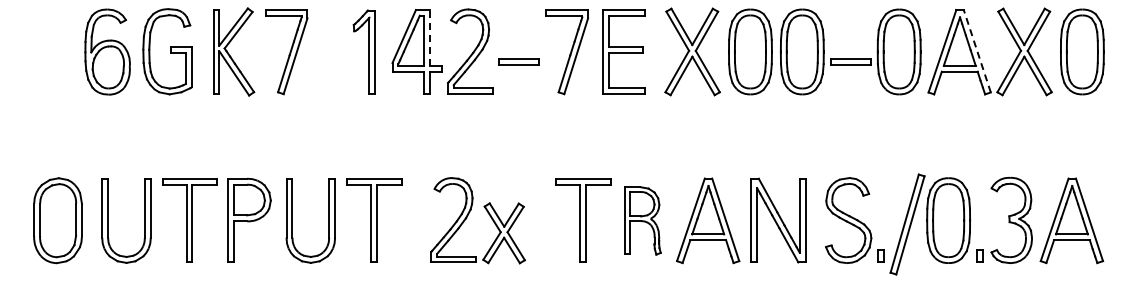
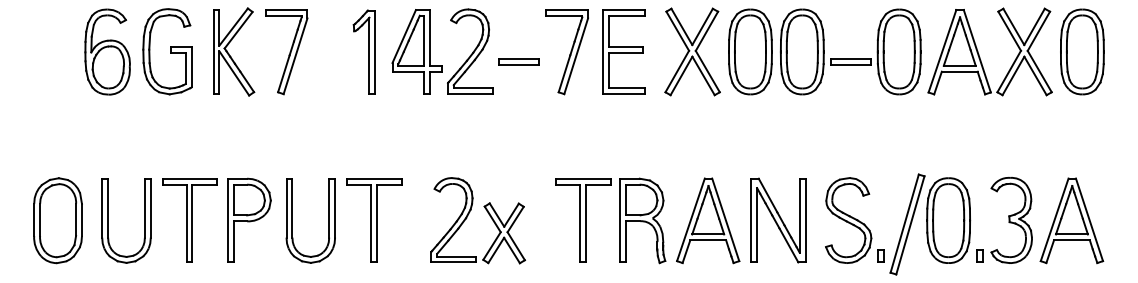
line at (429, 37): dashed -> solid
line at (977, 50): dashed -> solid
part at (642, 220) size: 38x70 px -> 48x88 px
